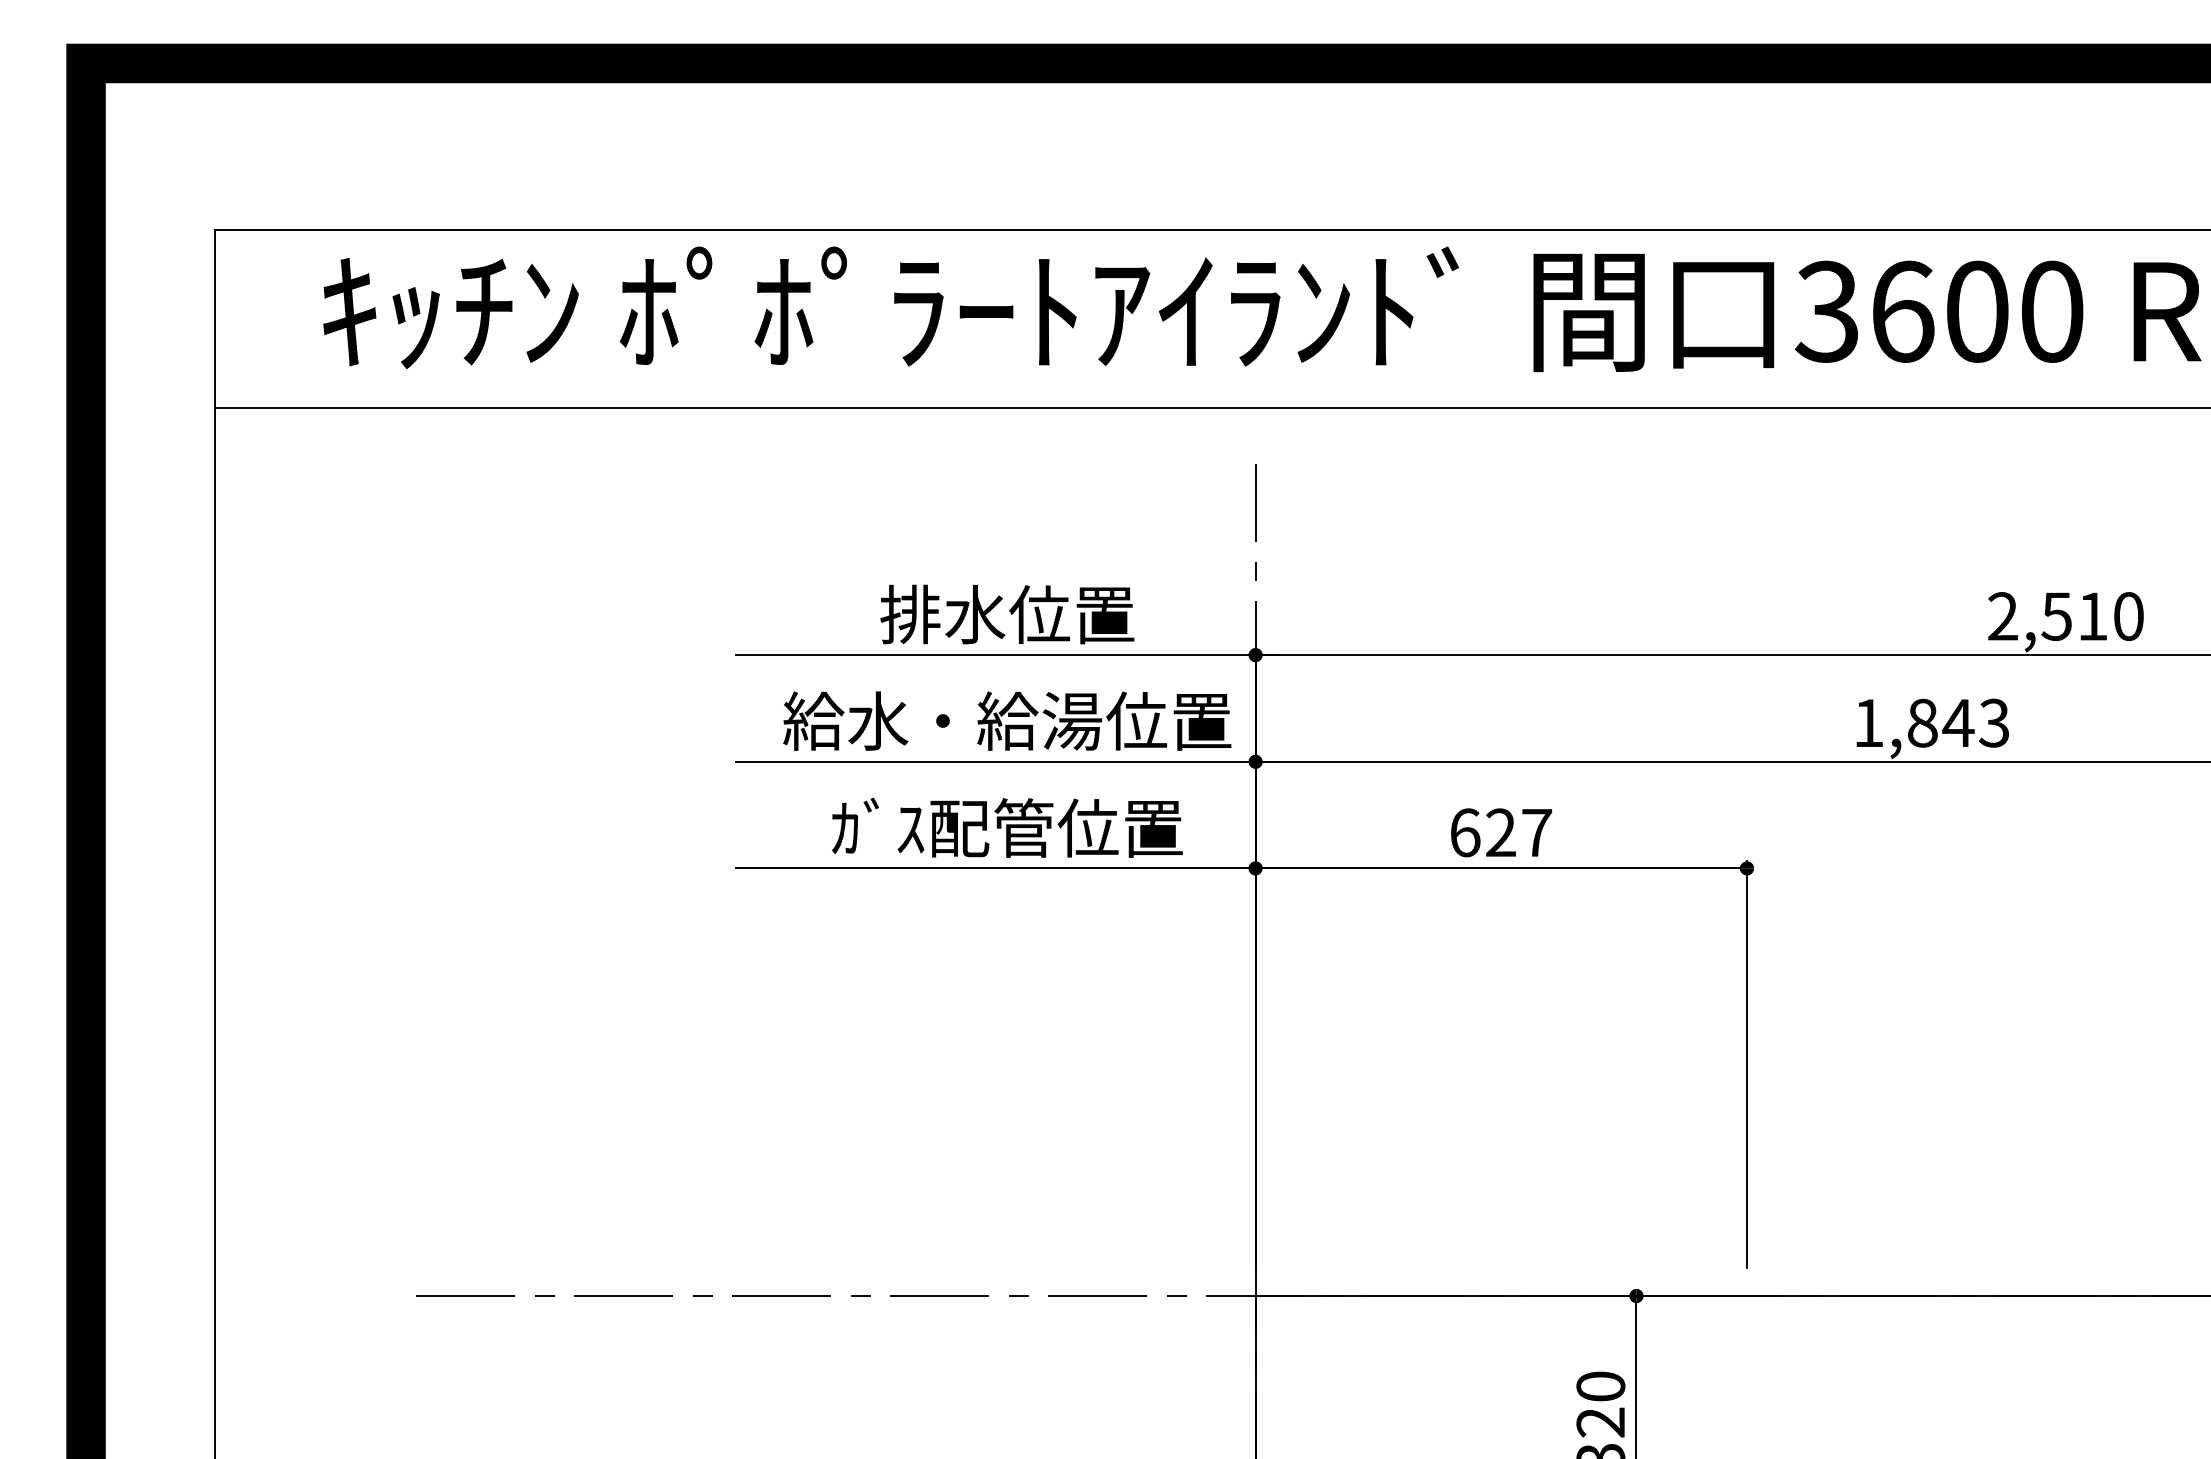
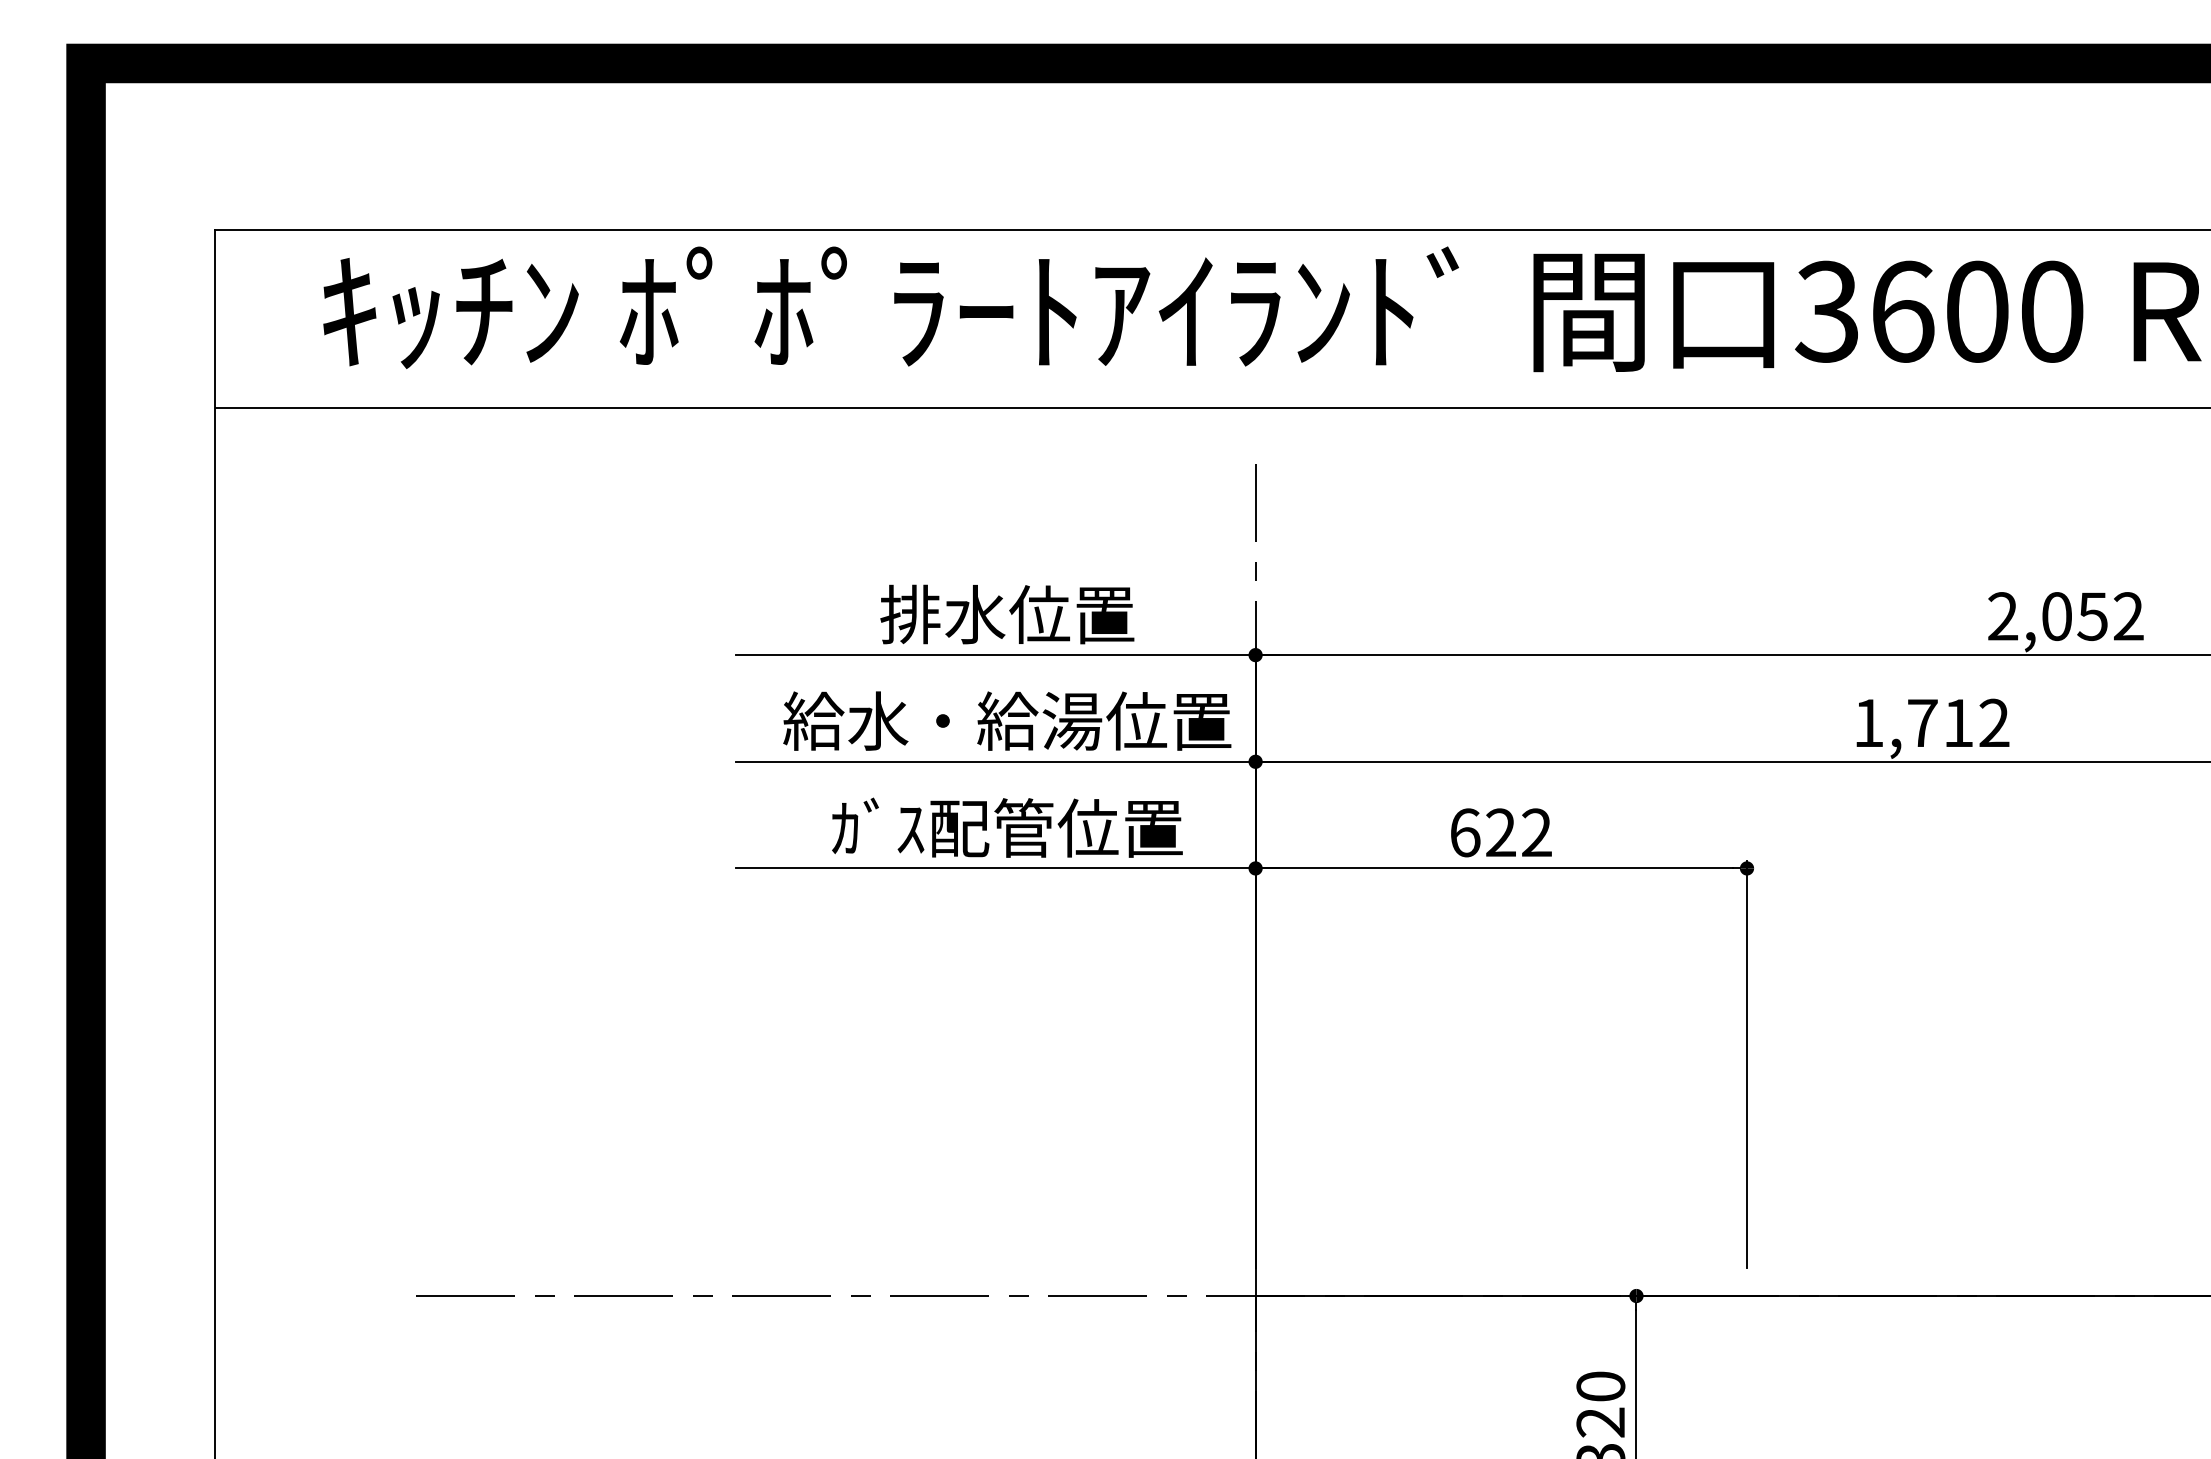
text at (2092, 616): 2,510 -> 2,052
text at (1958, 722): 1,843 -> 1,712
text at (1537, 832): 627 -> 622
